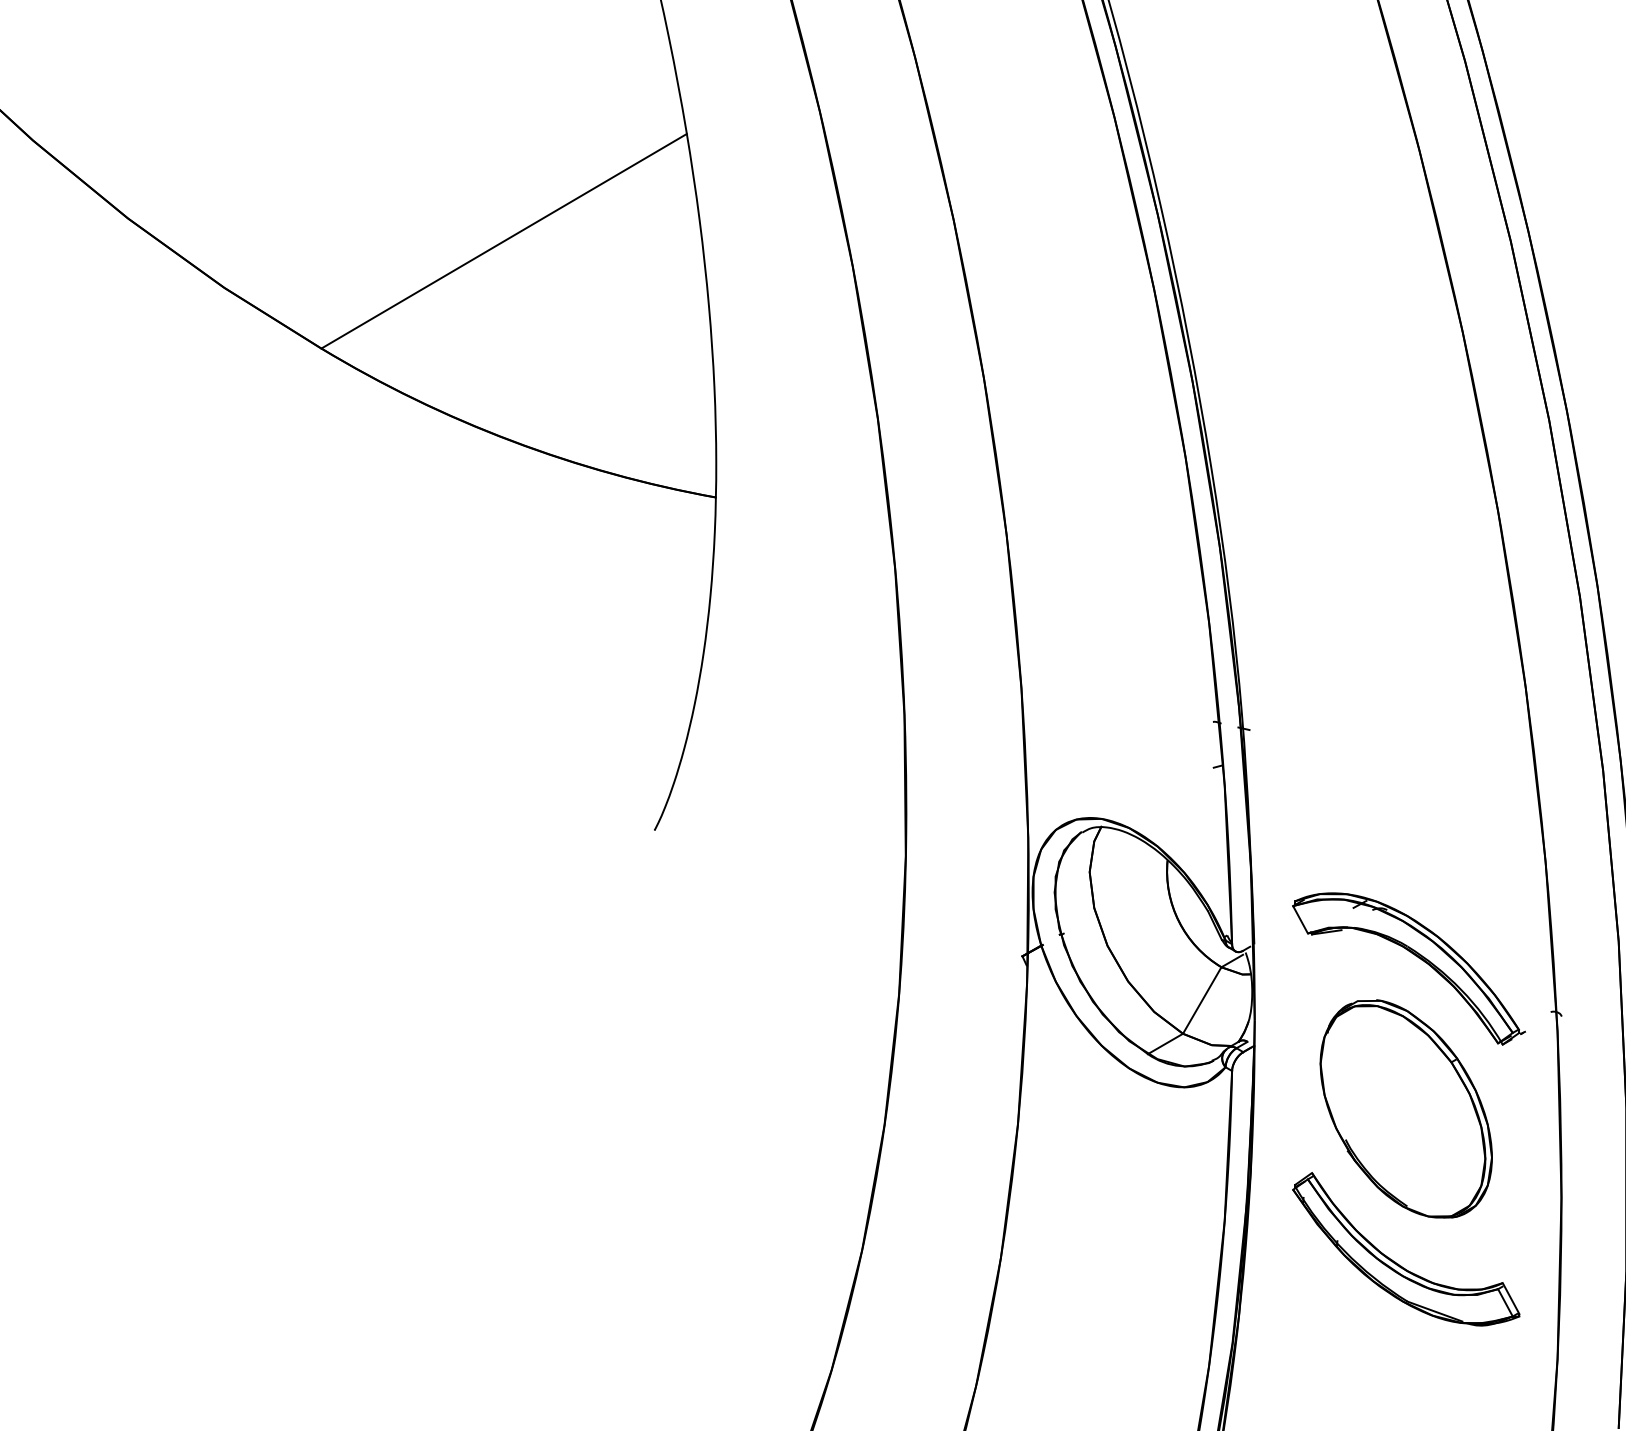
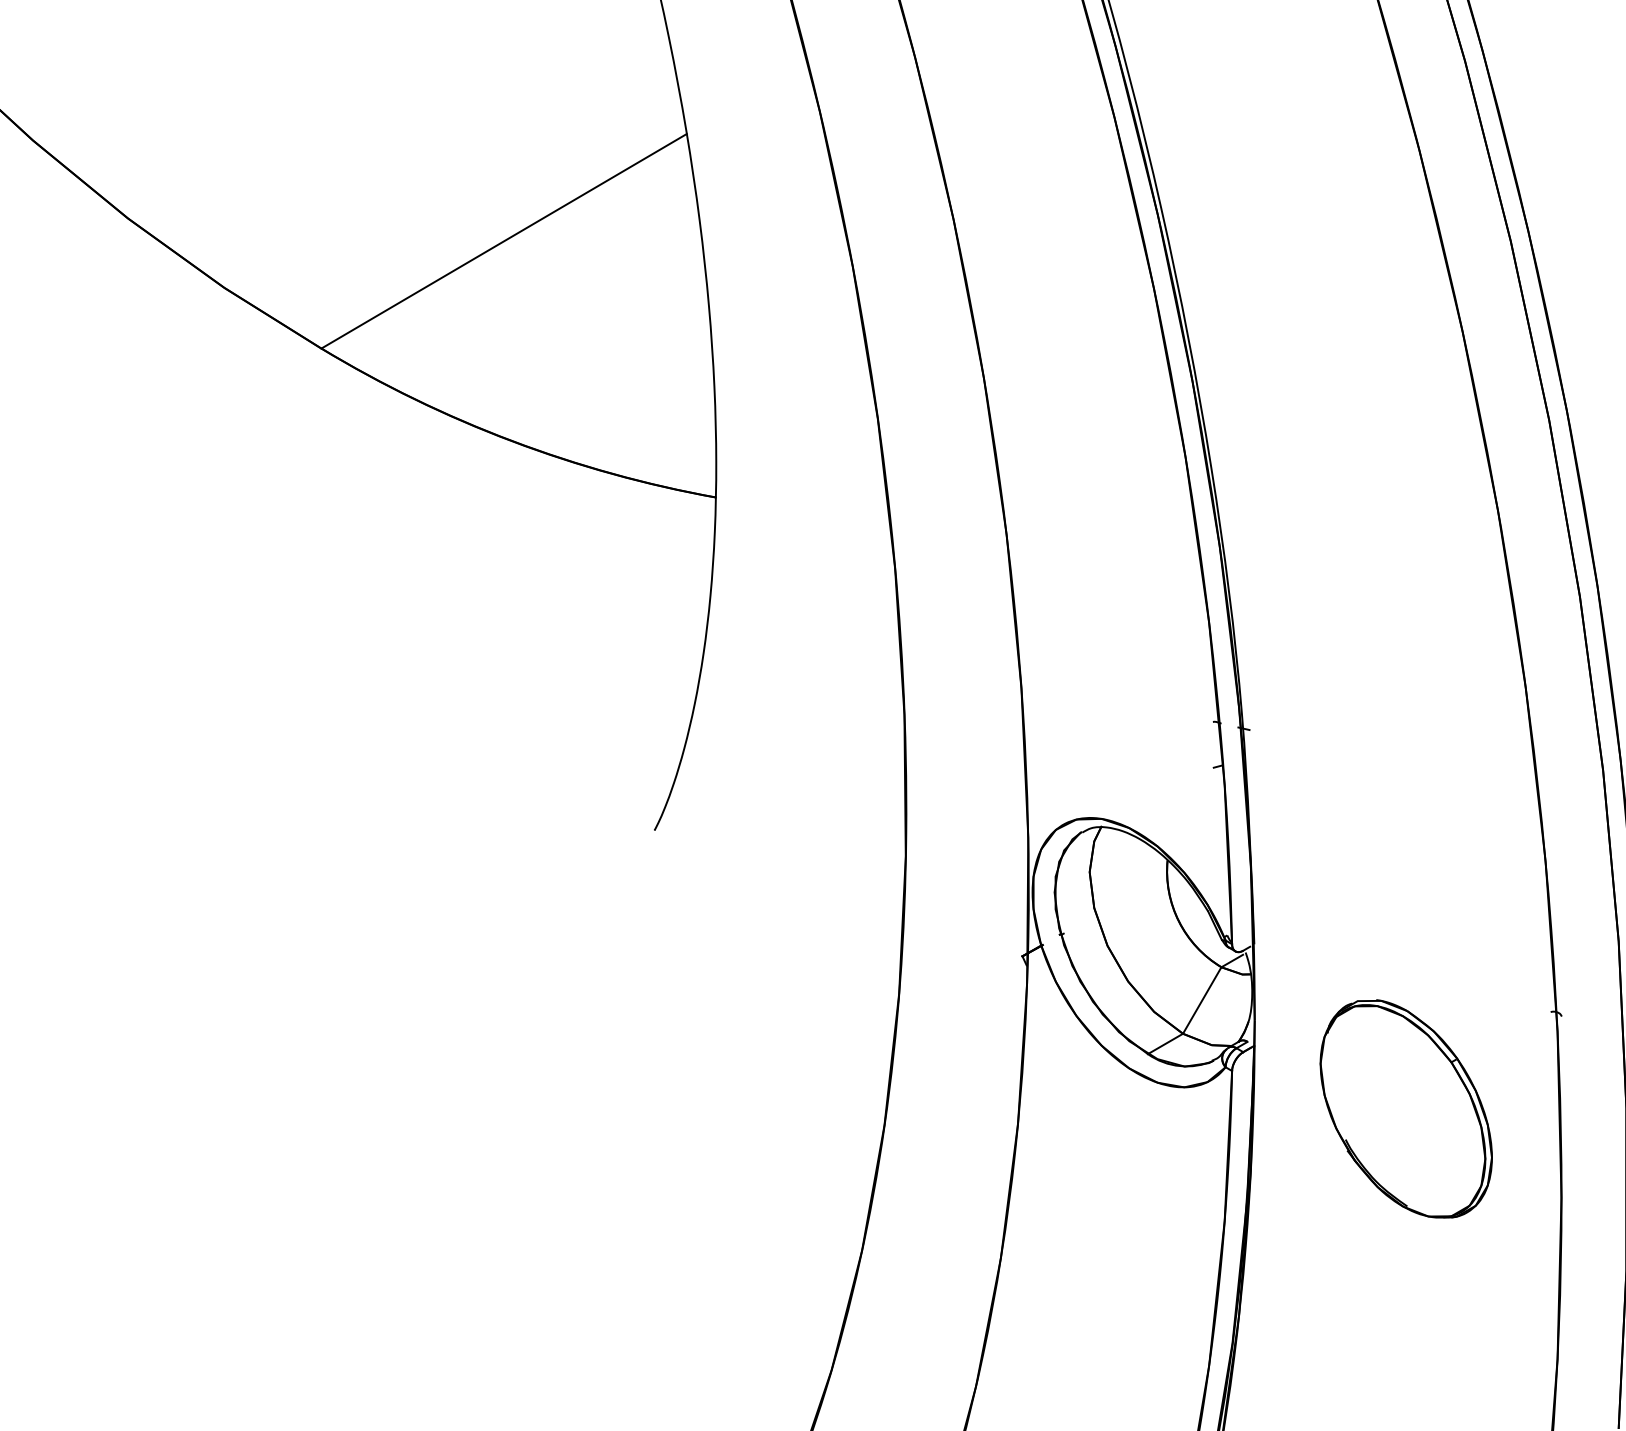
part at (1415, 956): present -> none
part at (1398, 1263): present -> none
